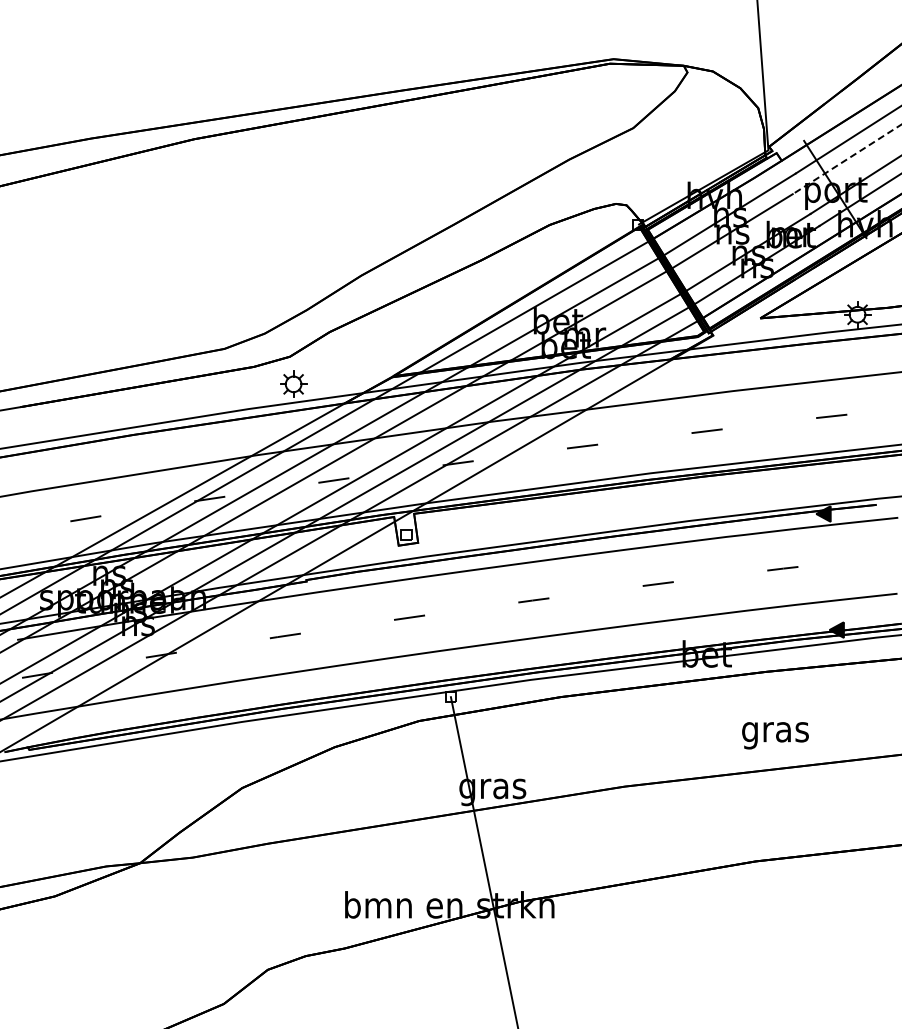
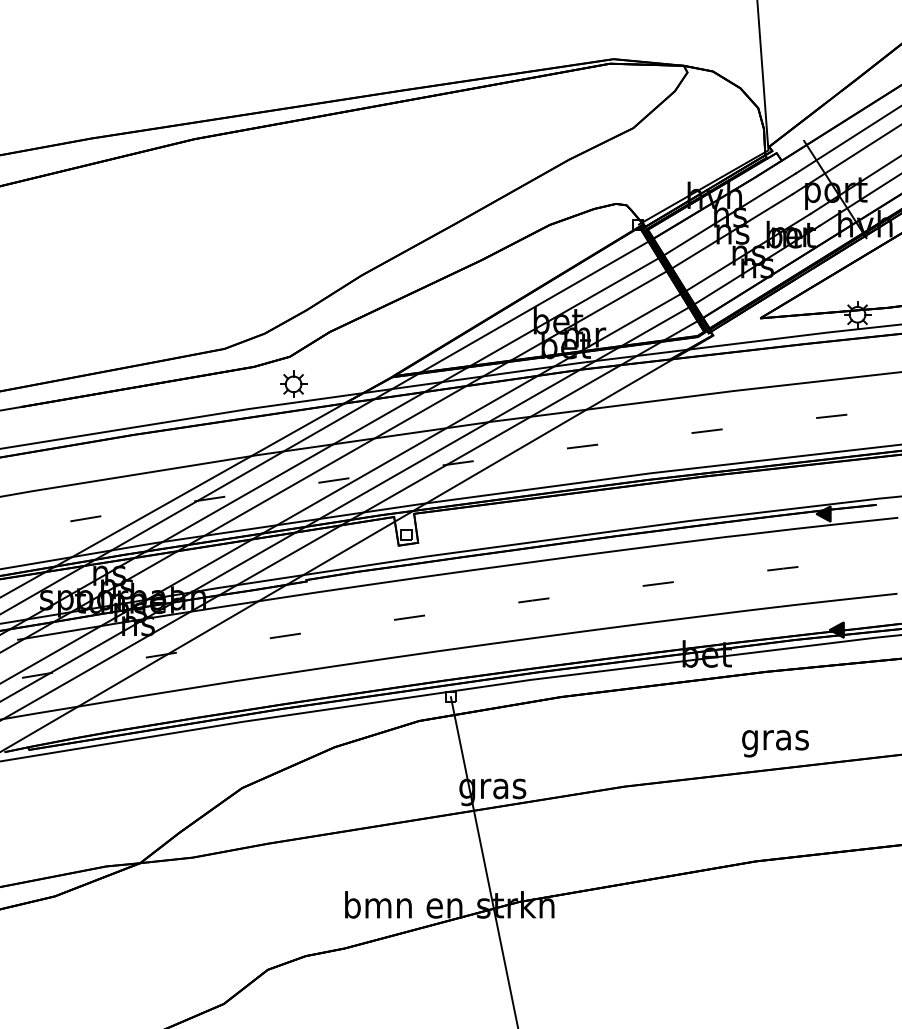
line at (846, 159): dashed -> solid
text at (775, 735) position: (775, 735) -> (775, 743)
